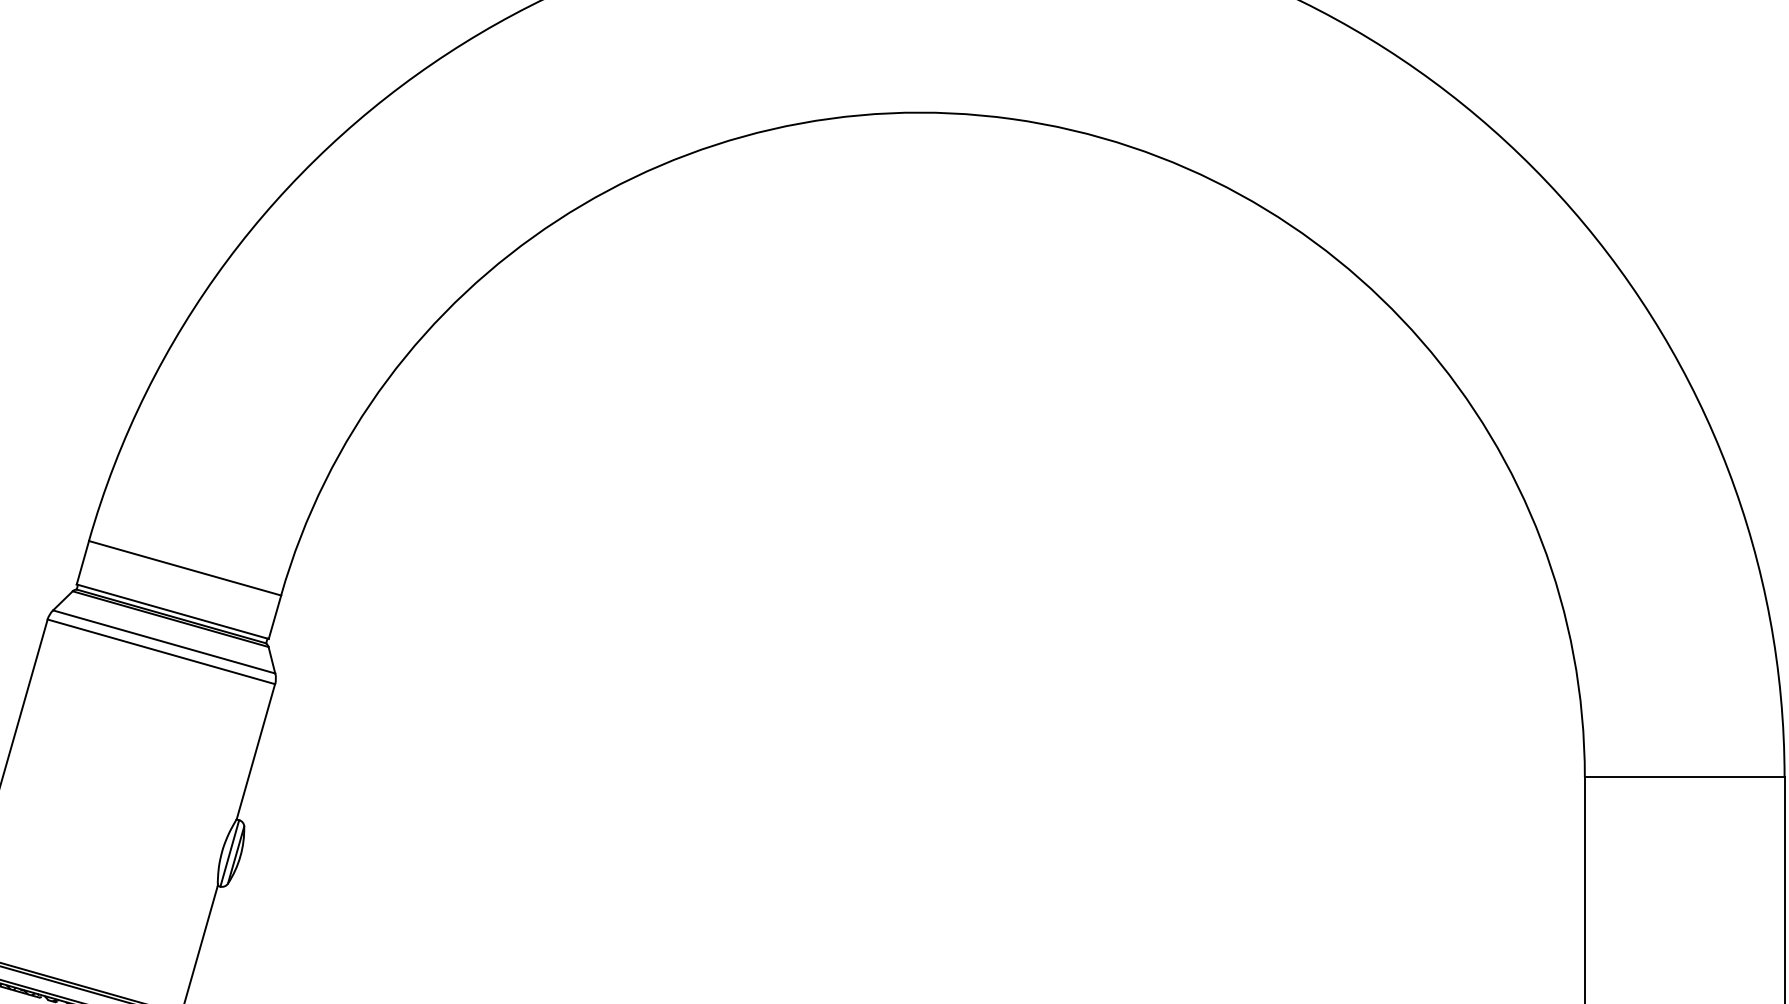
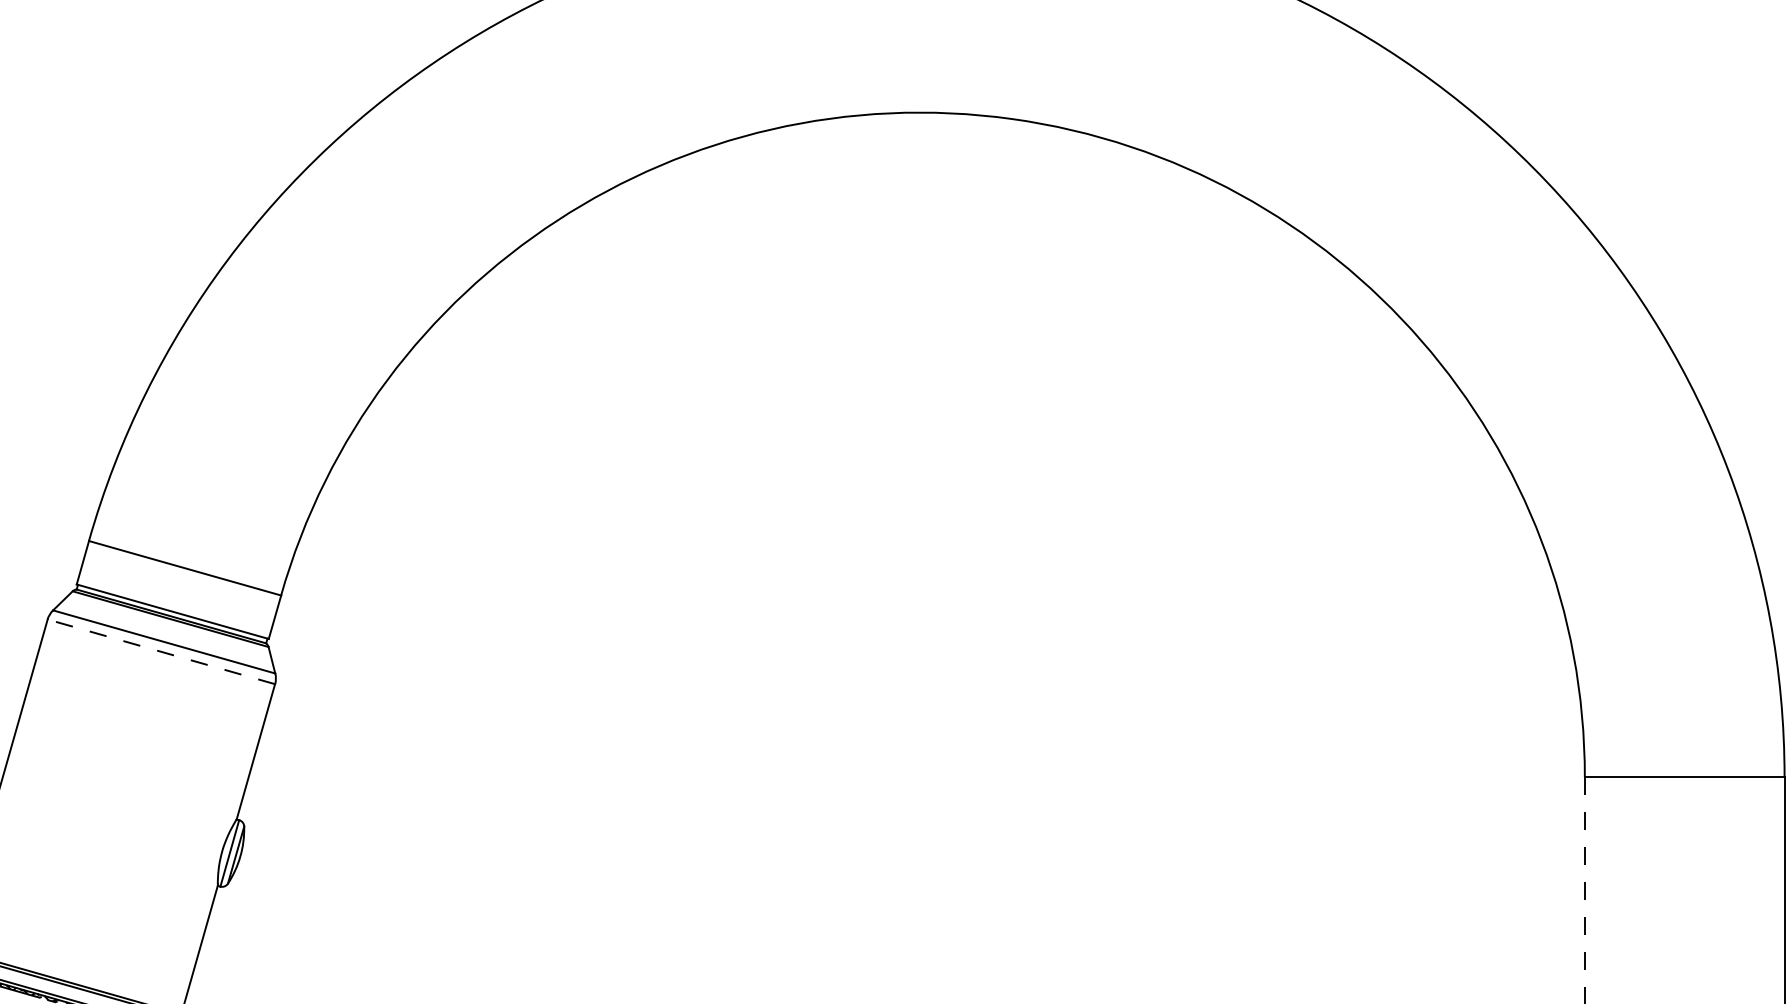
line at (160, 651): solid -> dashed
line at (1584, 890): solid -> dashed
